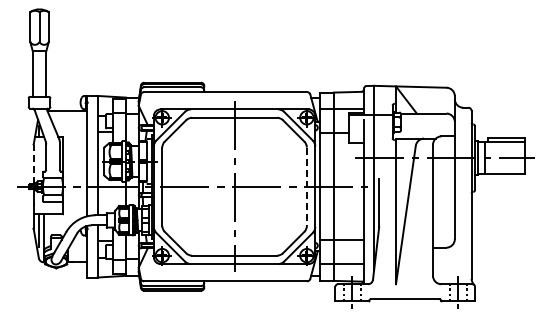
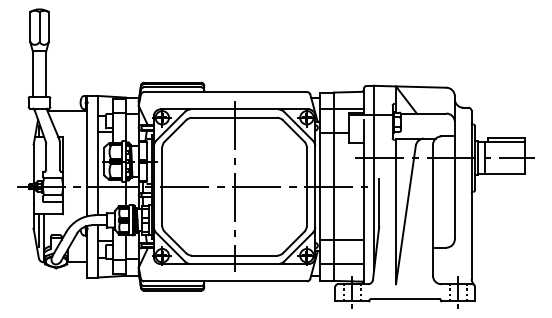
line at (33, 164): dashed -> solid
line at (306, 187): dashed -> solid
